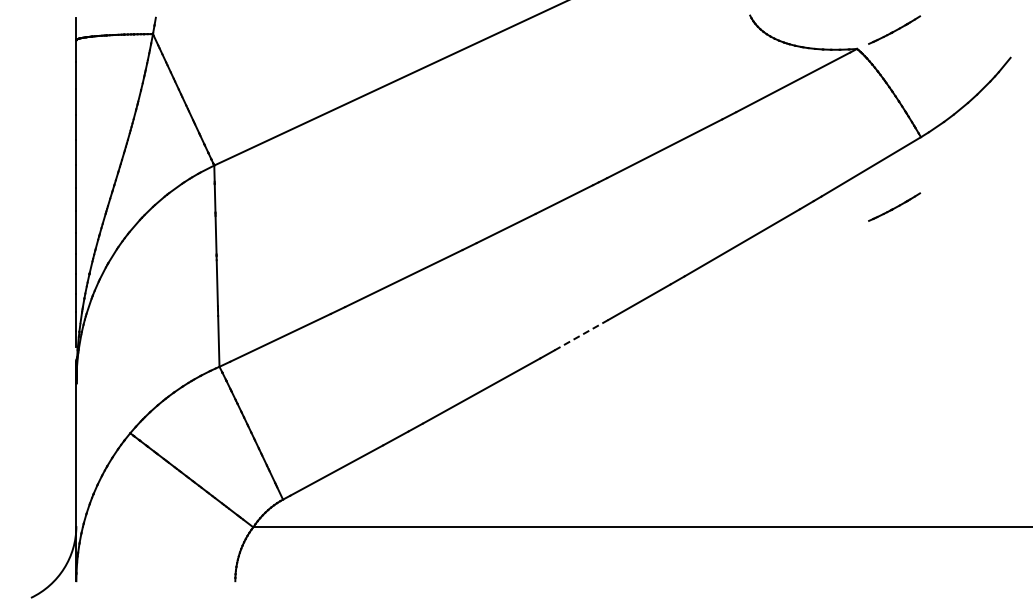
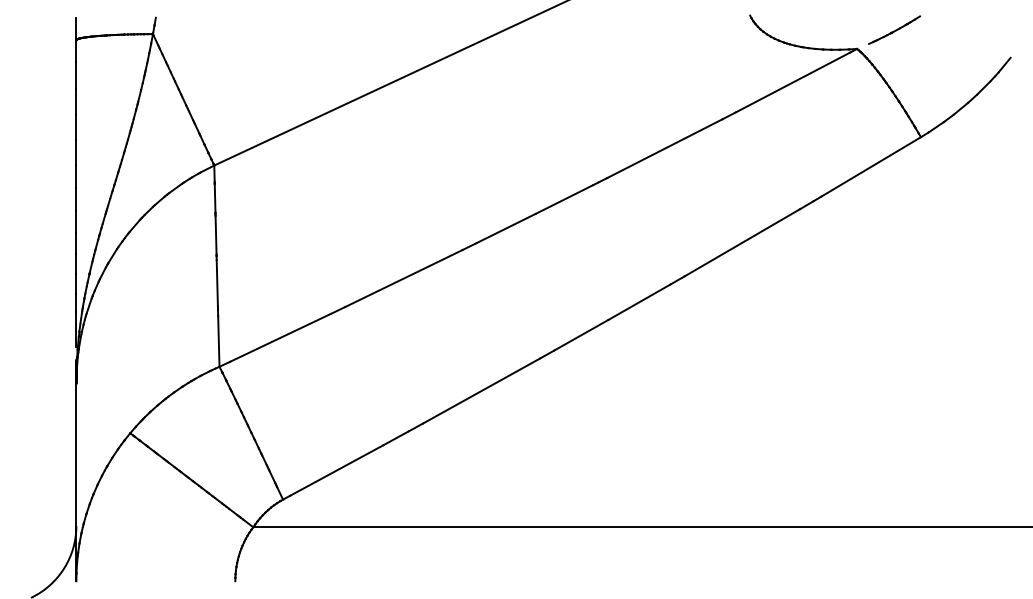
line at (895, 206): present -> none
line at (581, 335): dashed -> solid
